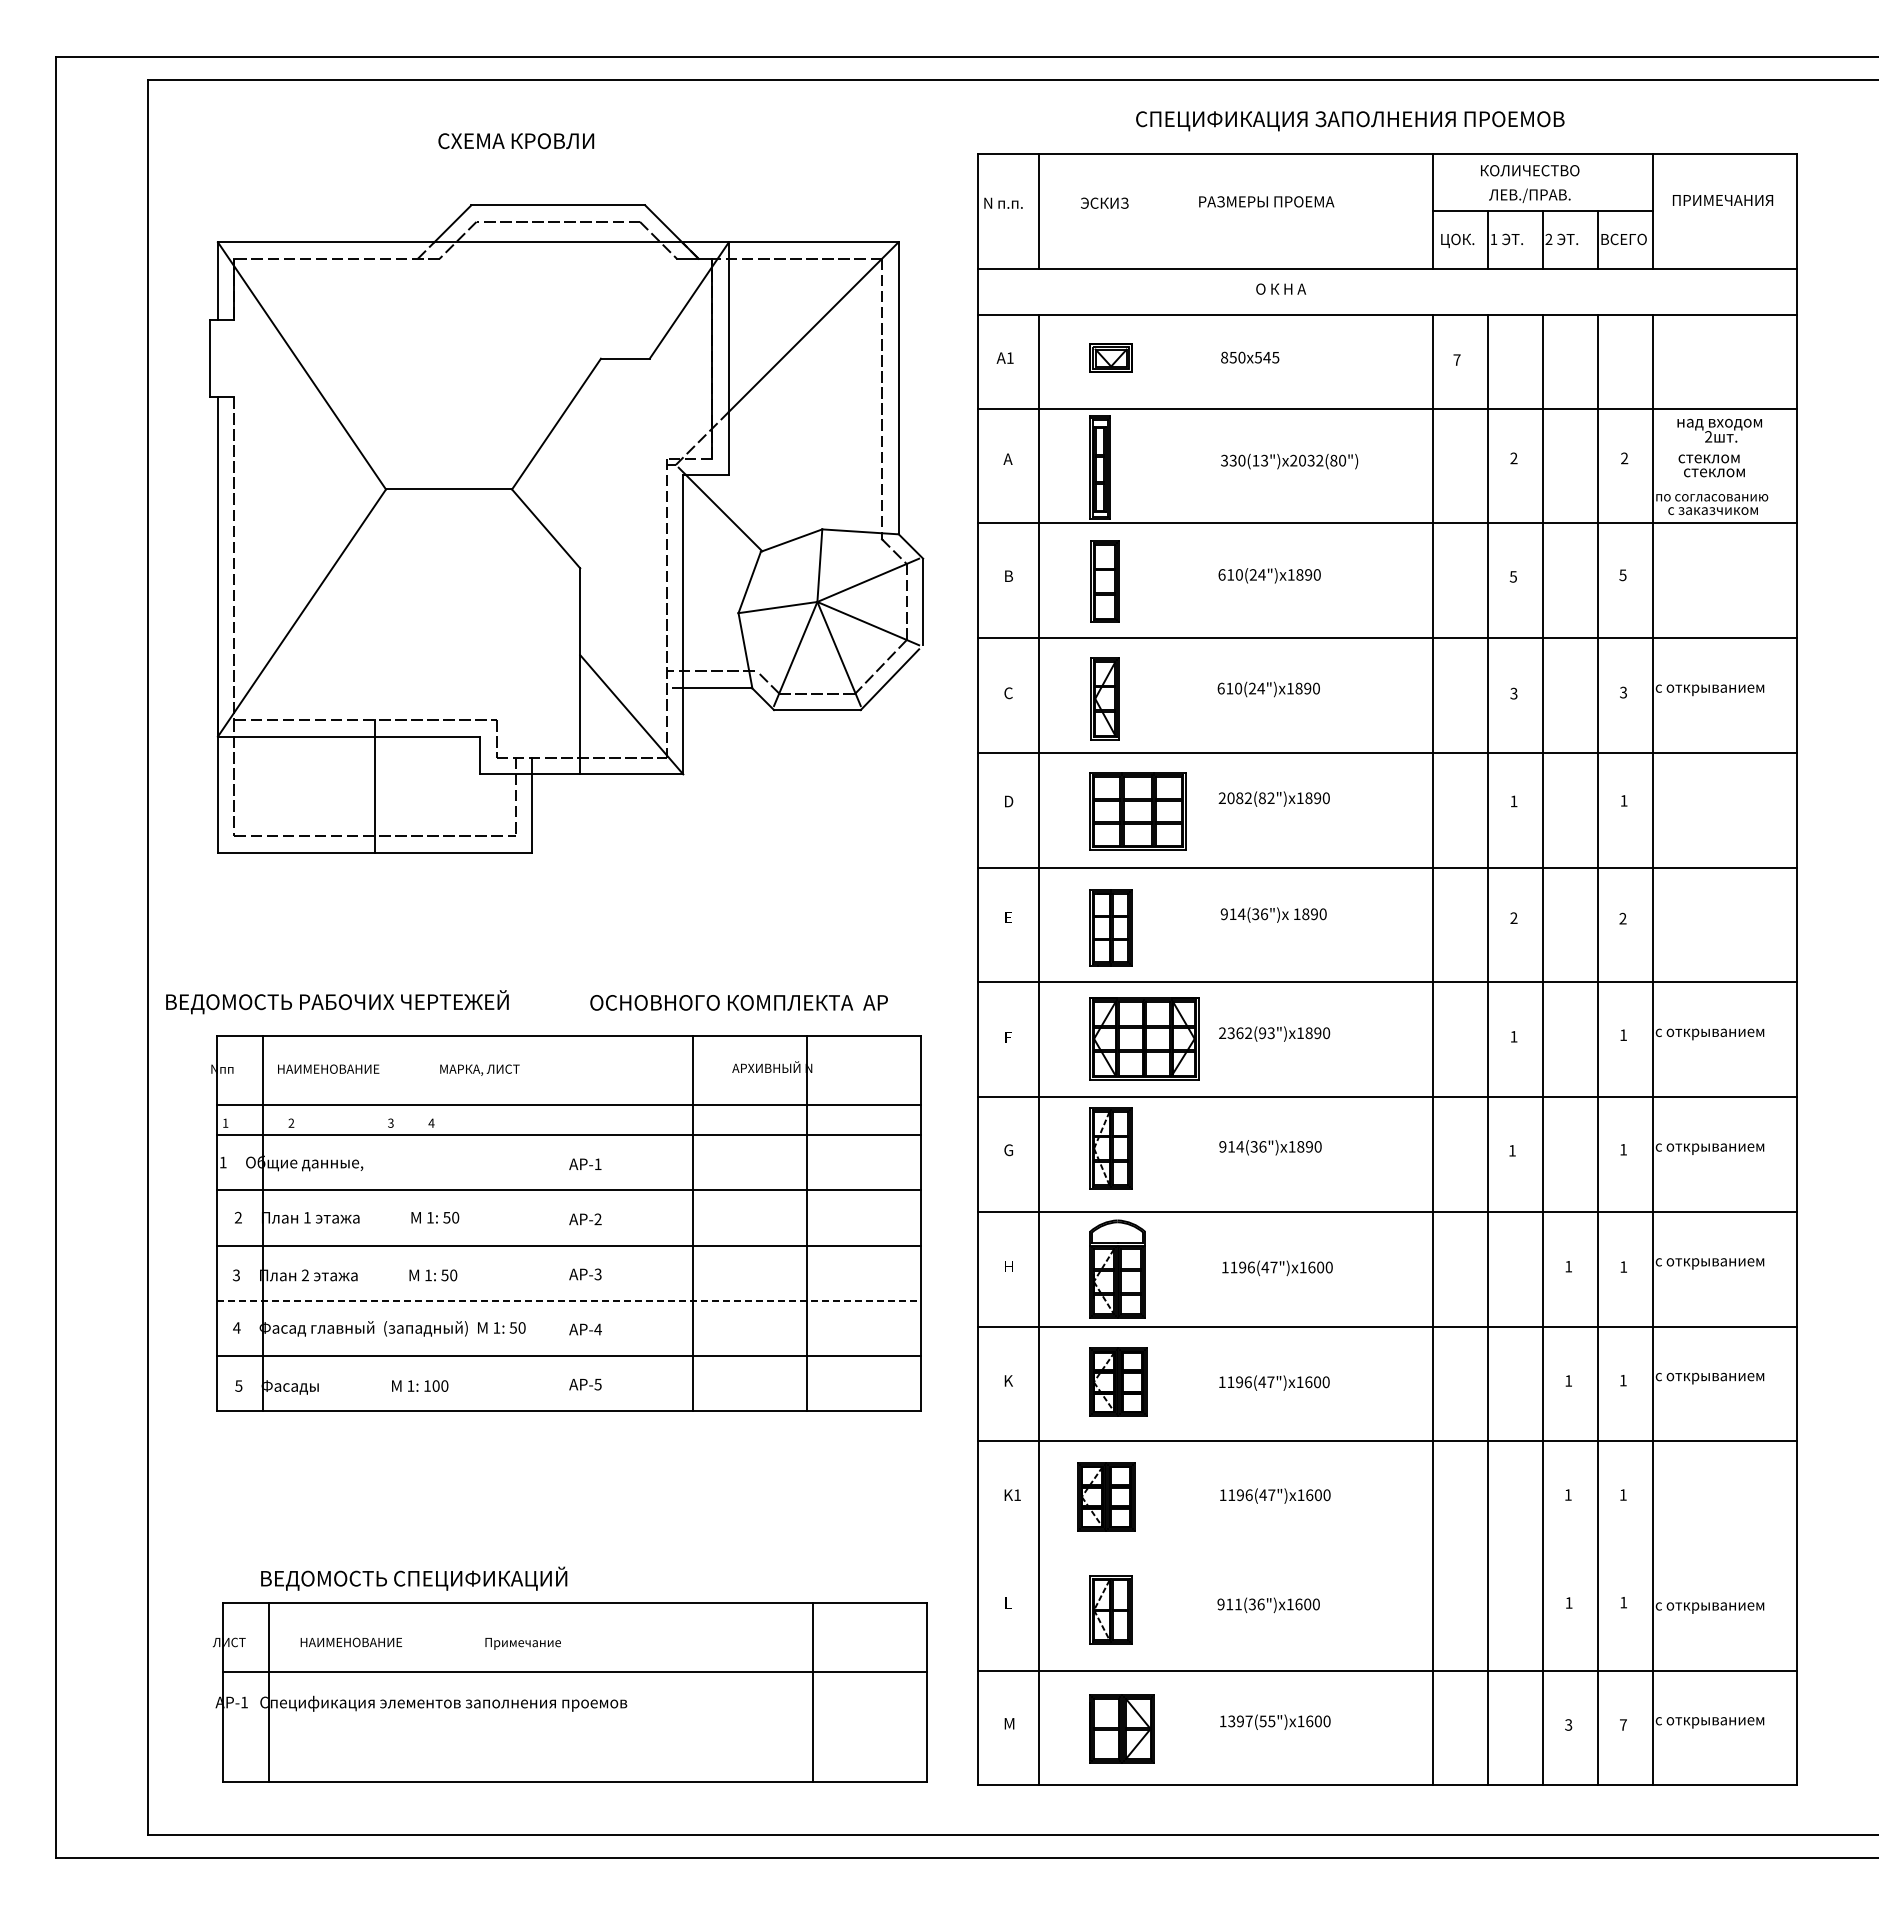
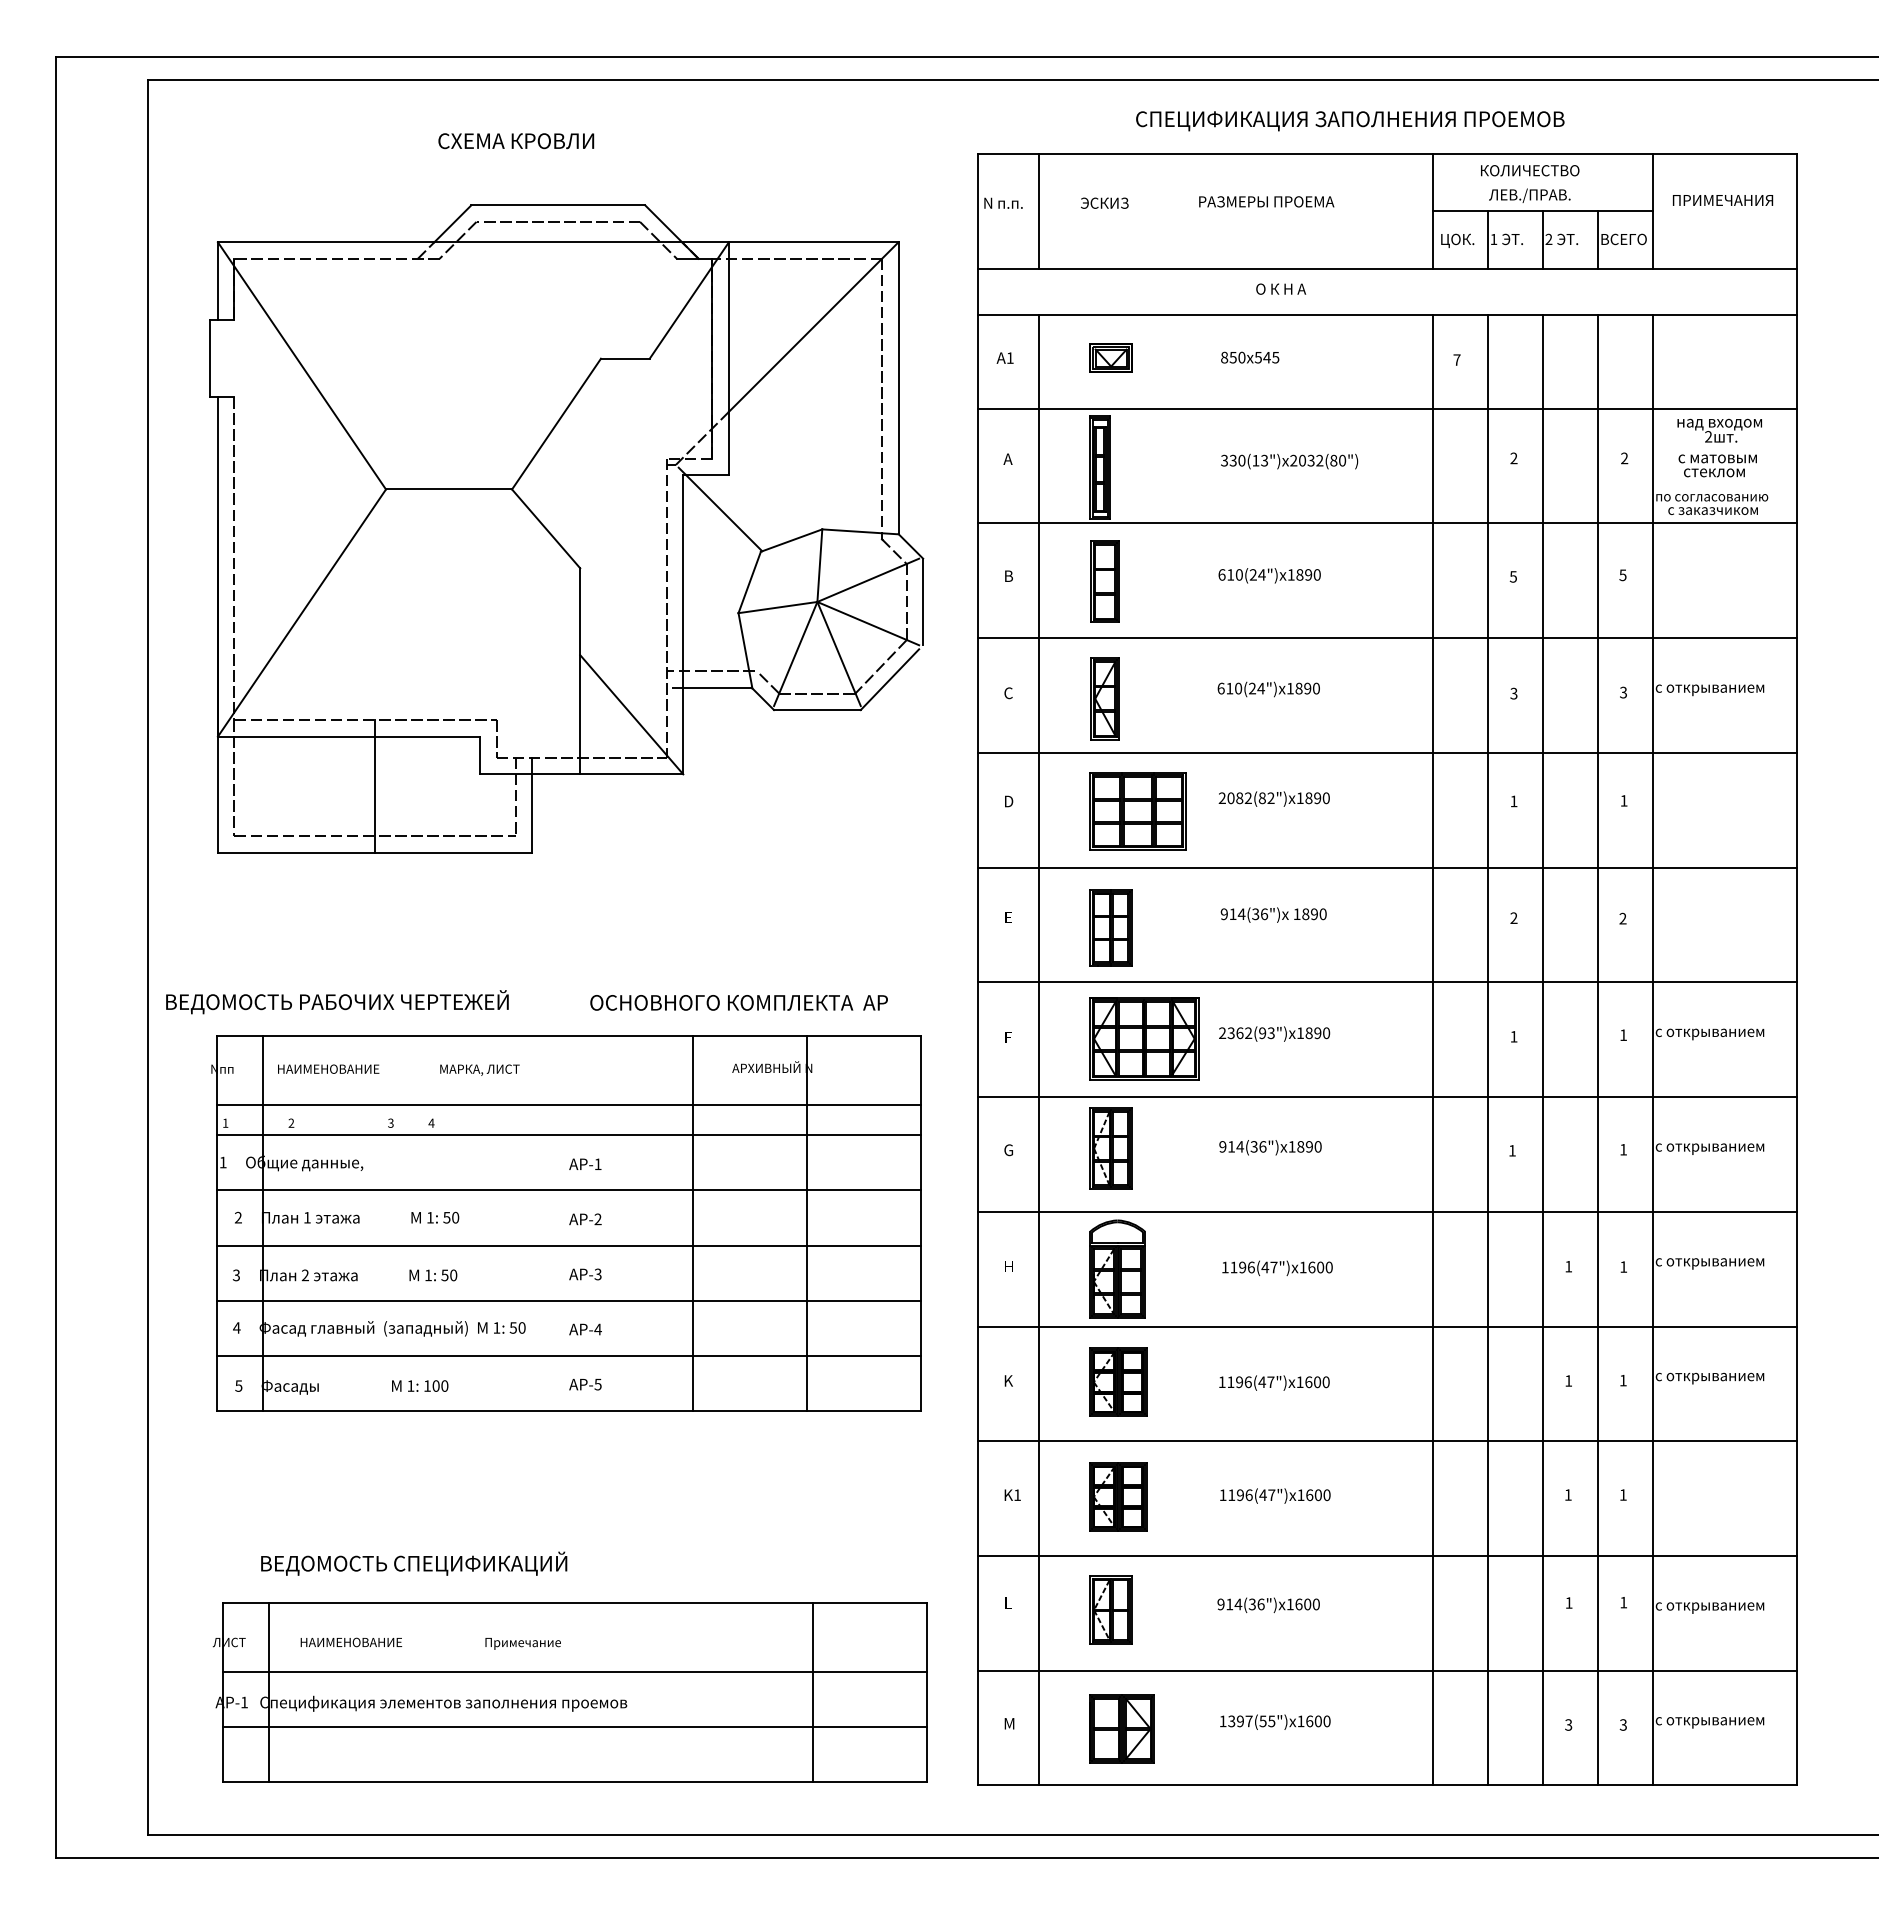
text at (1721, 458): стеклом -> с матовым
line at (569, 1300): dashed -> solid
part at (1106, 1496) position: (1106, 1496) -> (1118, 1496)
line at (1386, 1555): none -> present
text at (414, 1578) position: (414, 1578) -> (414, 1563)
text at (1238, 1604): 911(36")x1600 -> 914(36")x1600
text at (1622, 1724): 7 -> 3
line at (574, 1726): none -> present
